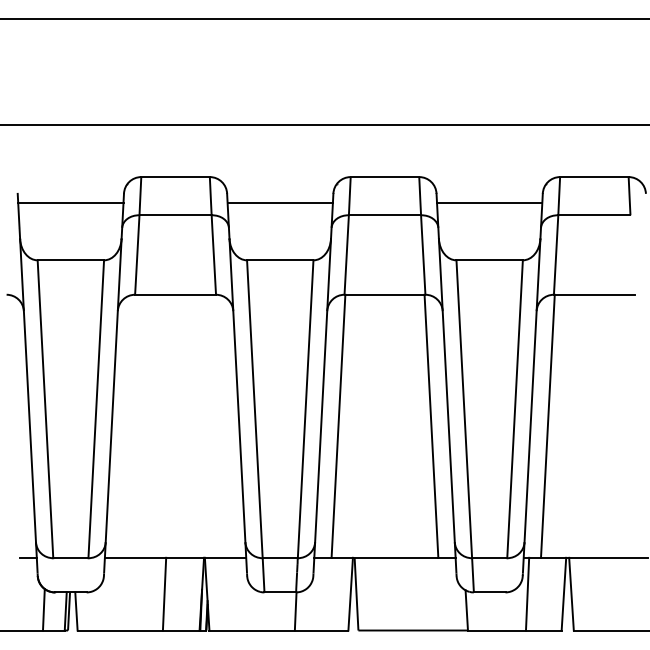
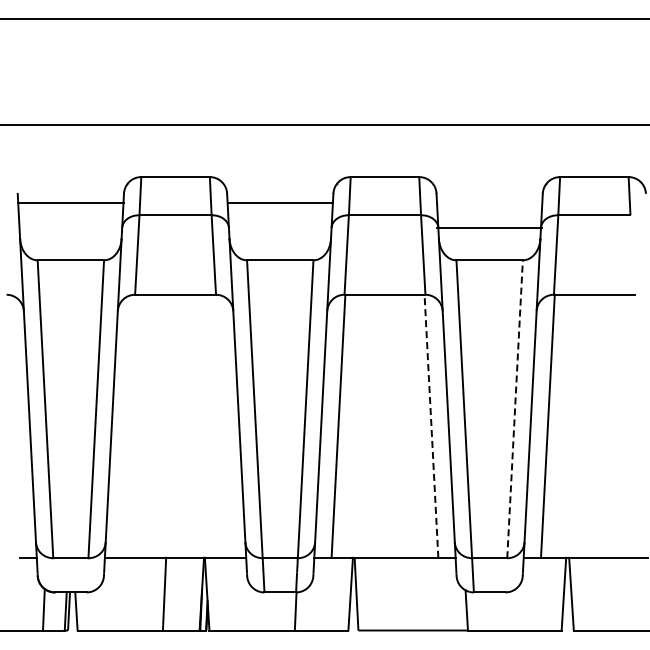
line at (489, 202) position: (489, 202) -> (489, 227)
line at (515, 408): solid -> dashed
line at (431, 426): solid -> dashed
line at (527, 593): present -> none
